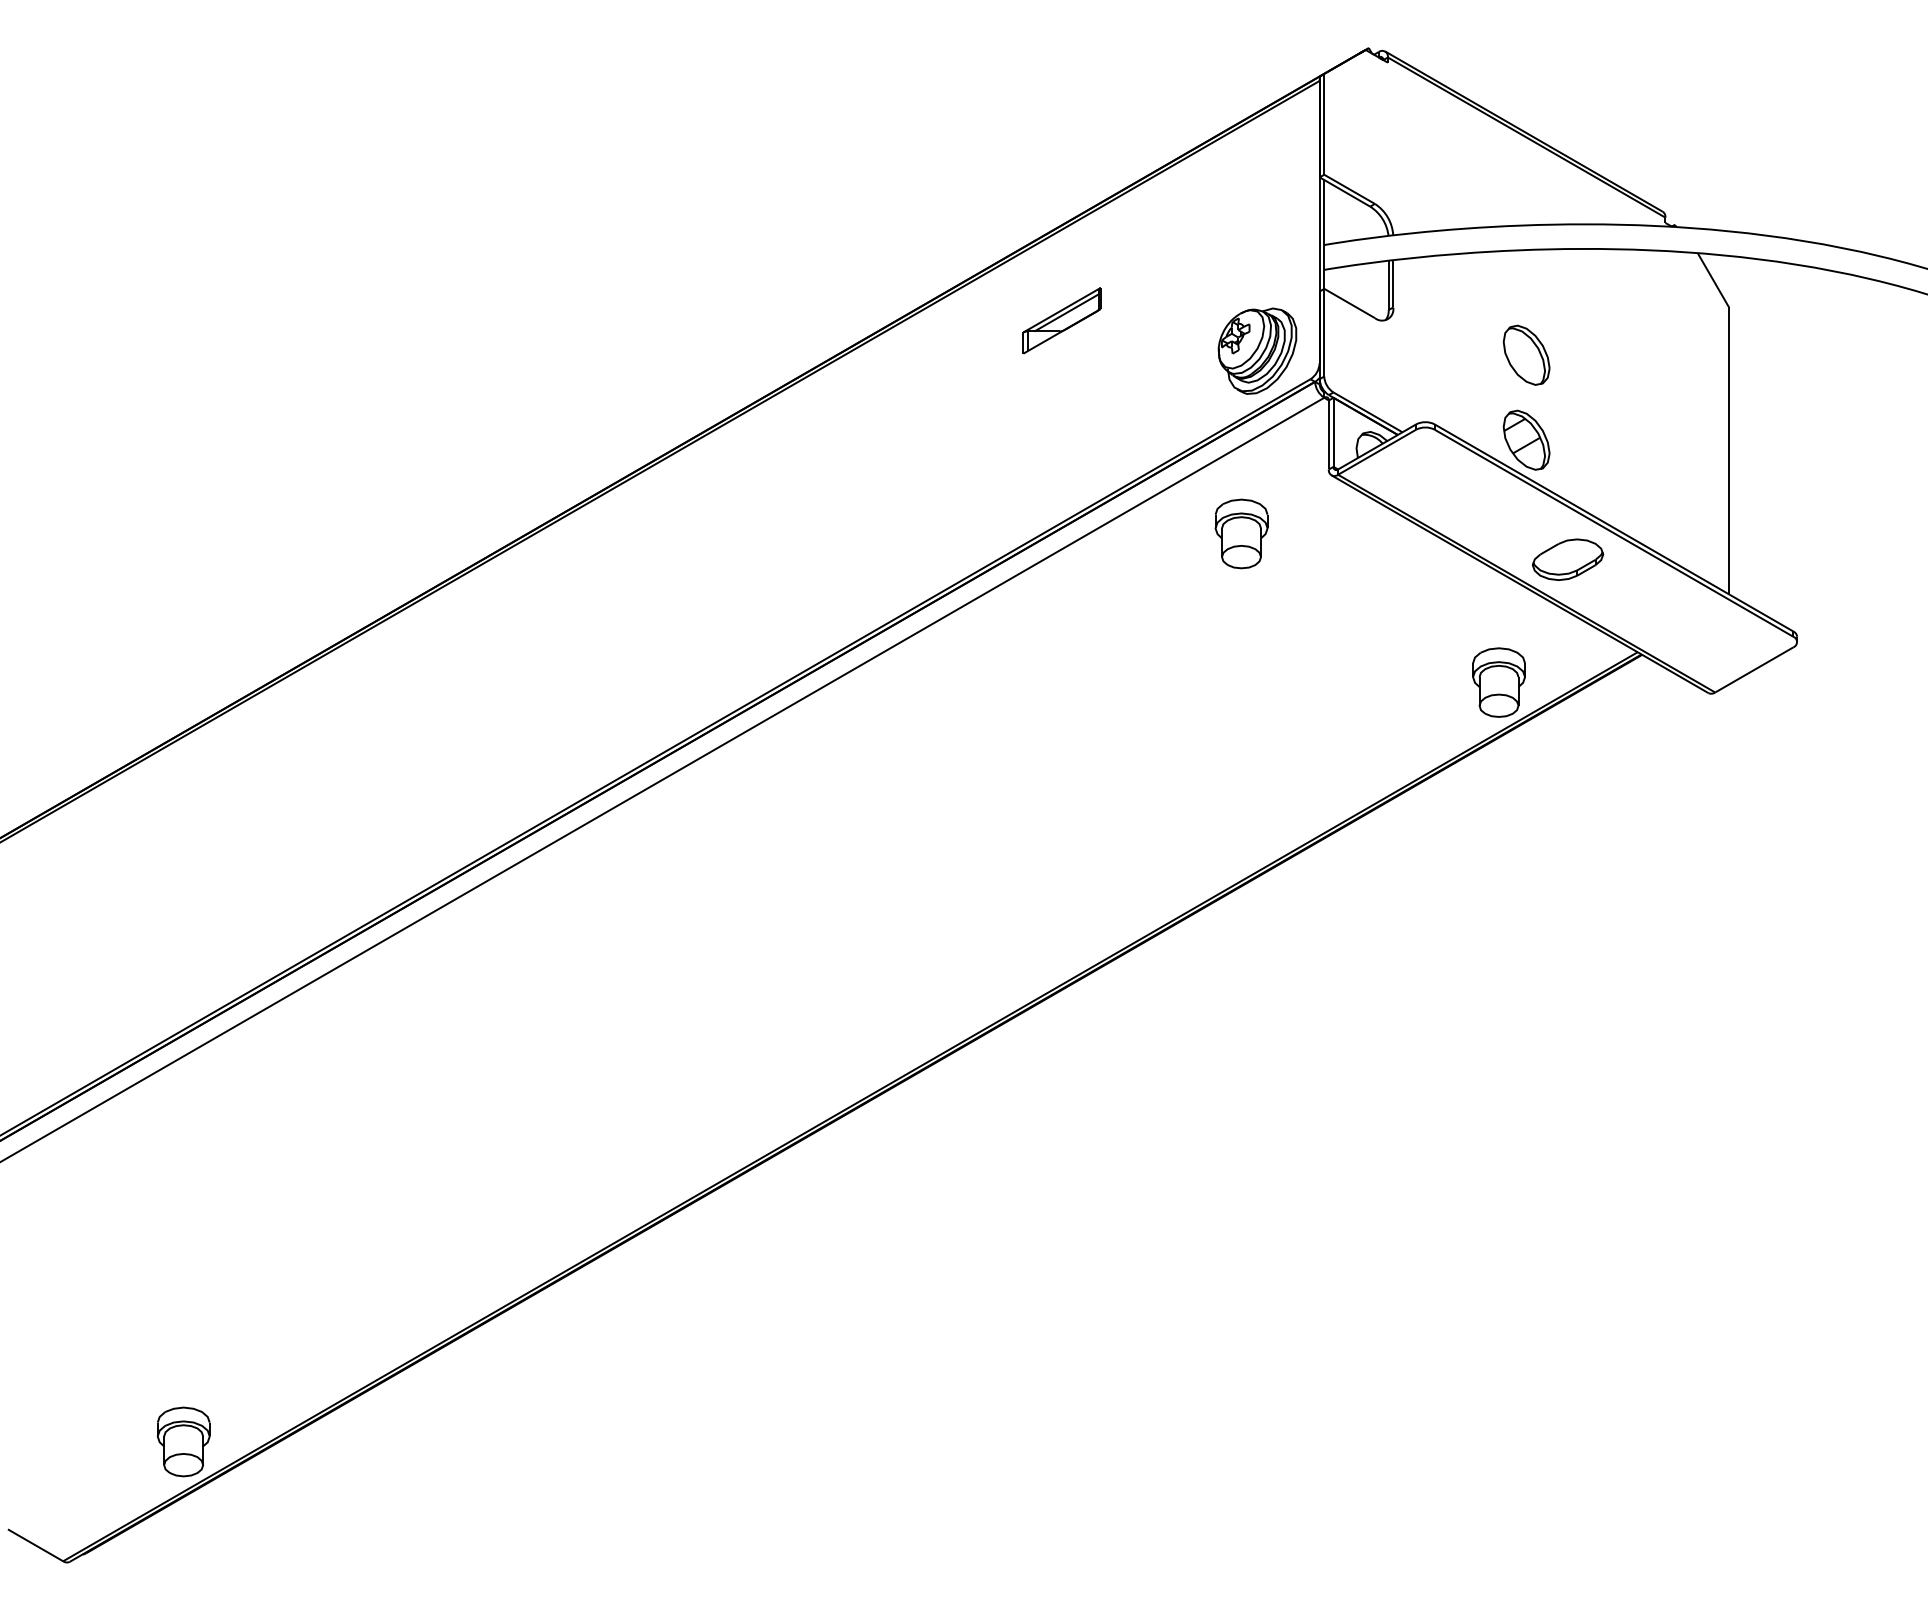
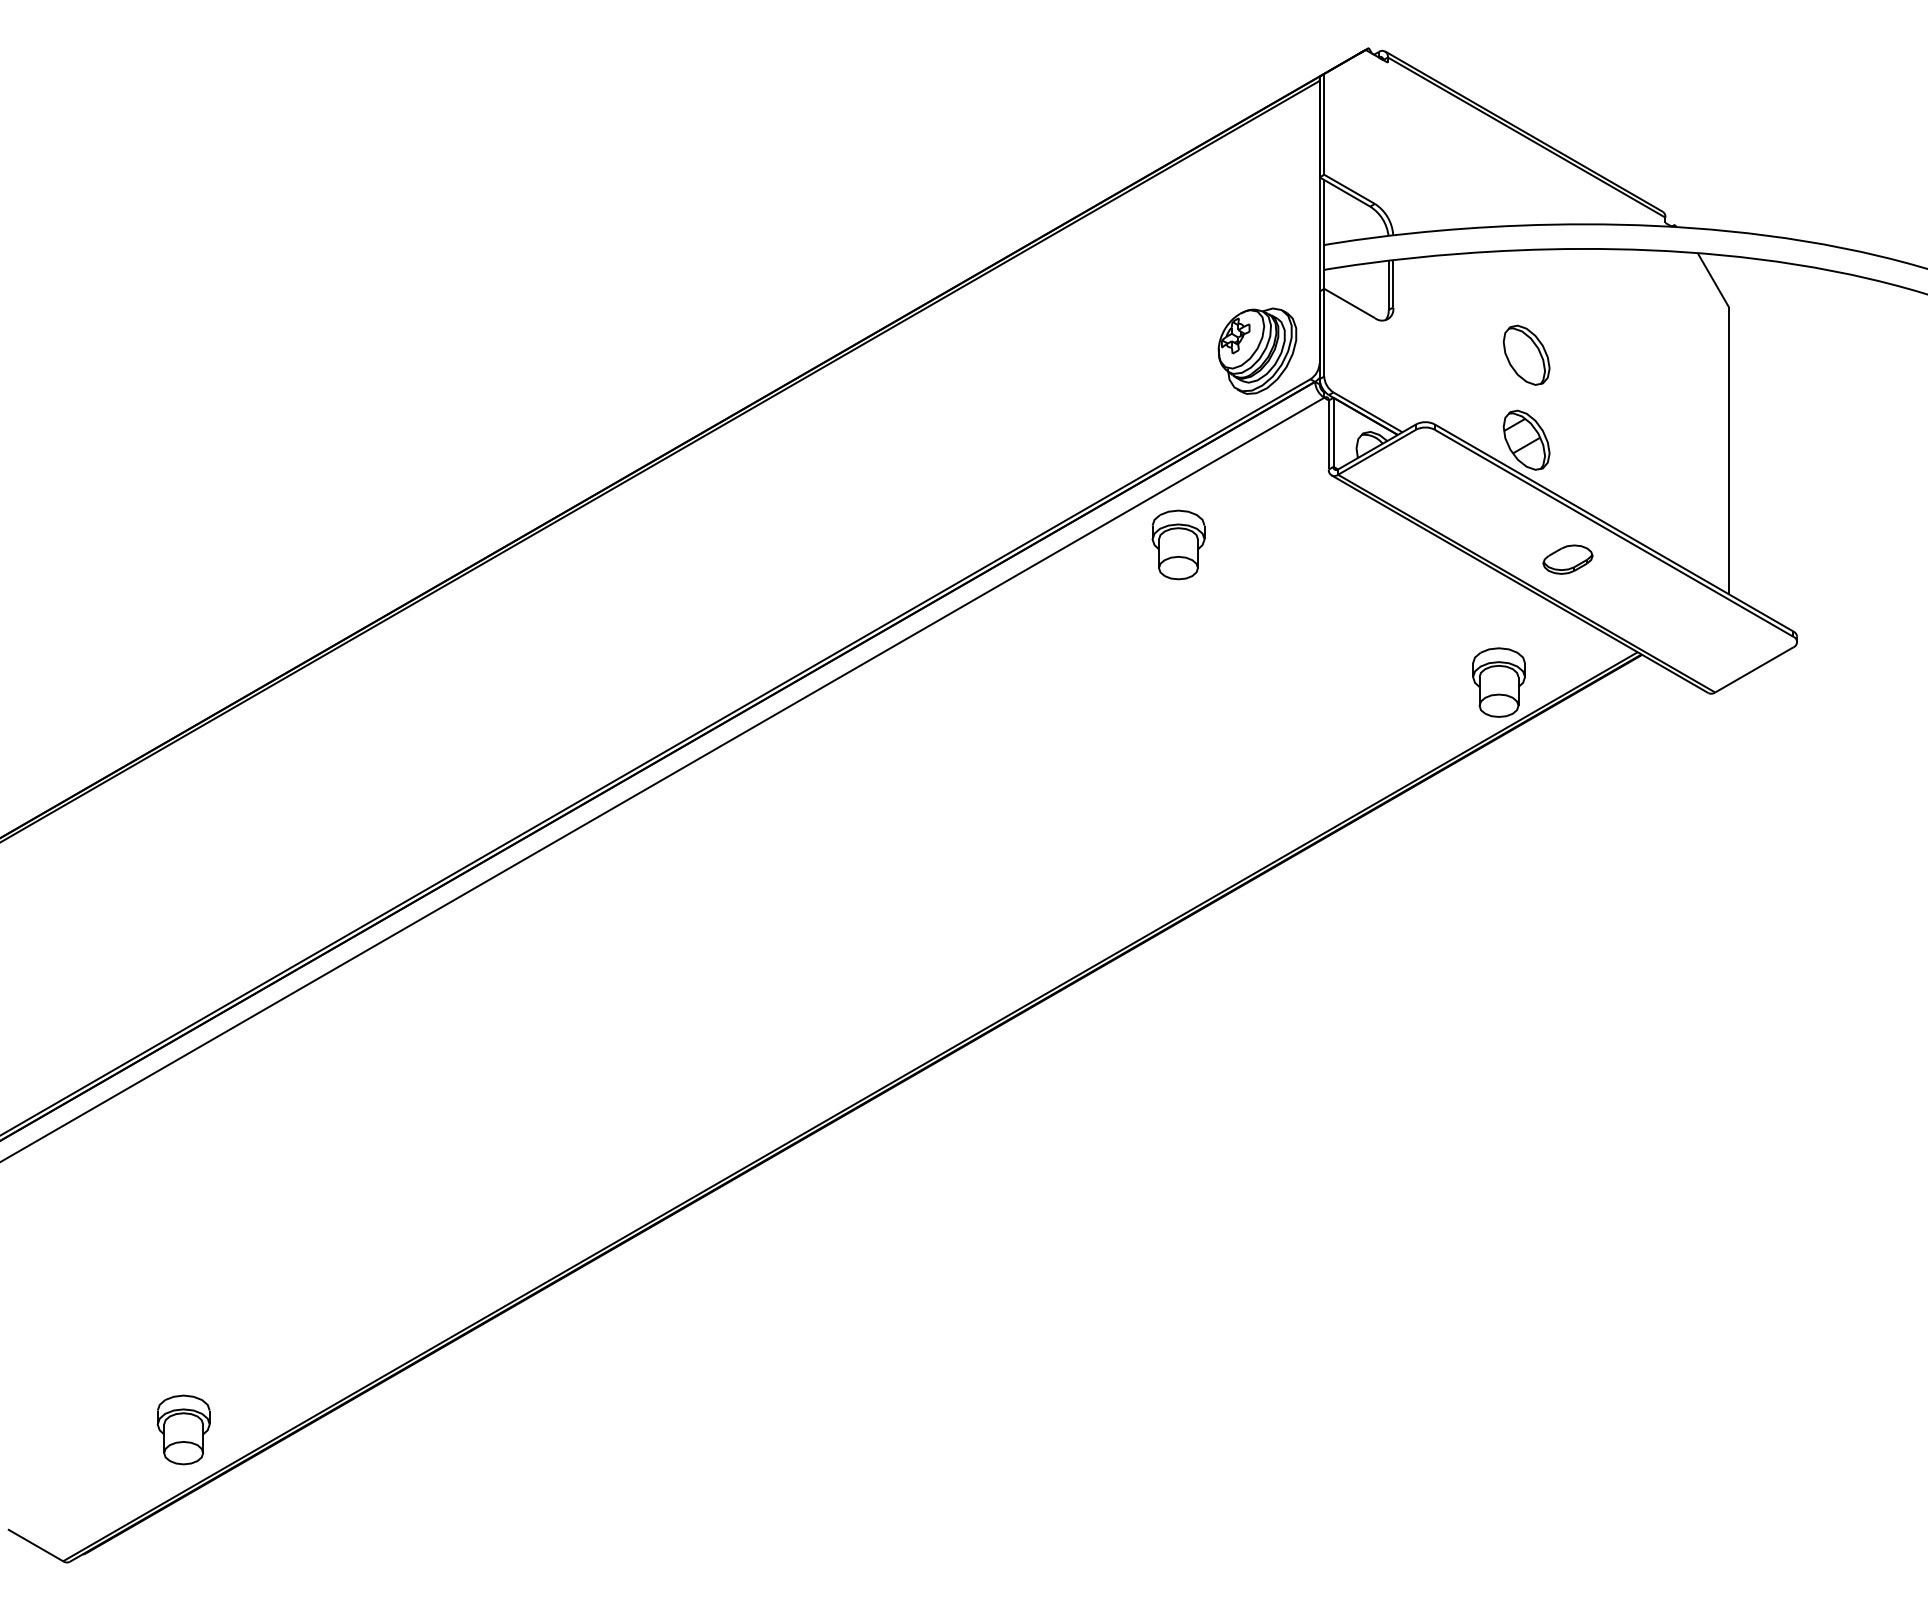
part at (1061, 320): present -> none
part at (1241, 533) position: (1241, 533) -> (1178, 544)
part at (1567, 559) size: 74x43 px -> 52x31 px
part at (183, 1441) position: (183, 1441) -> (183, 1429)
